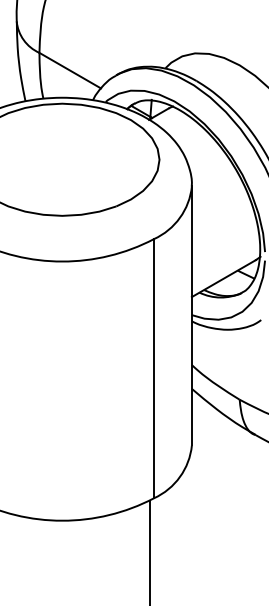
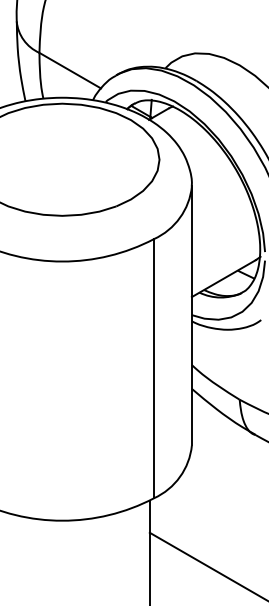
line at (207, 565): none -> present
